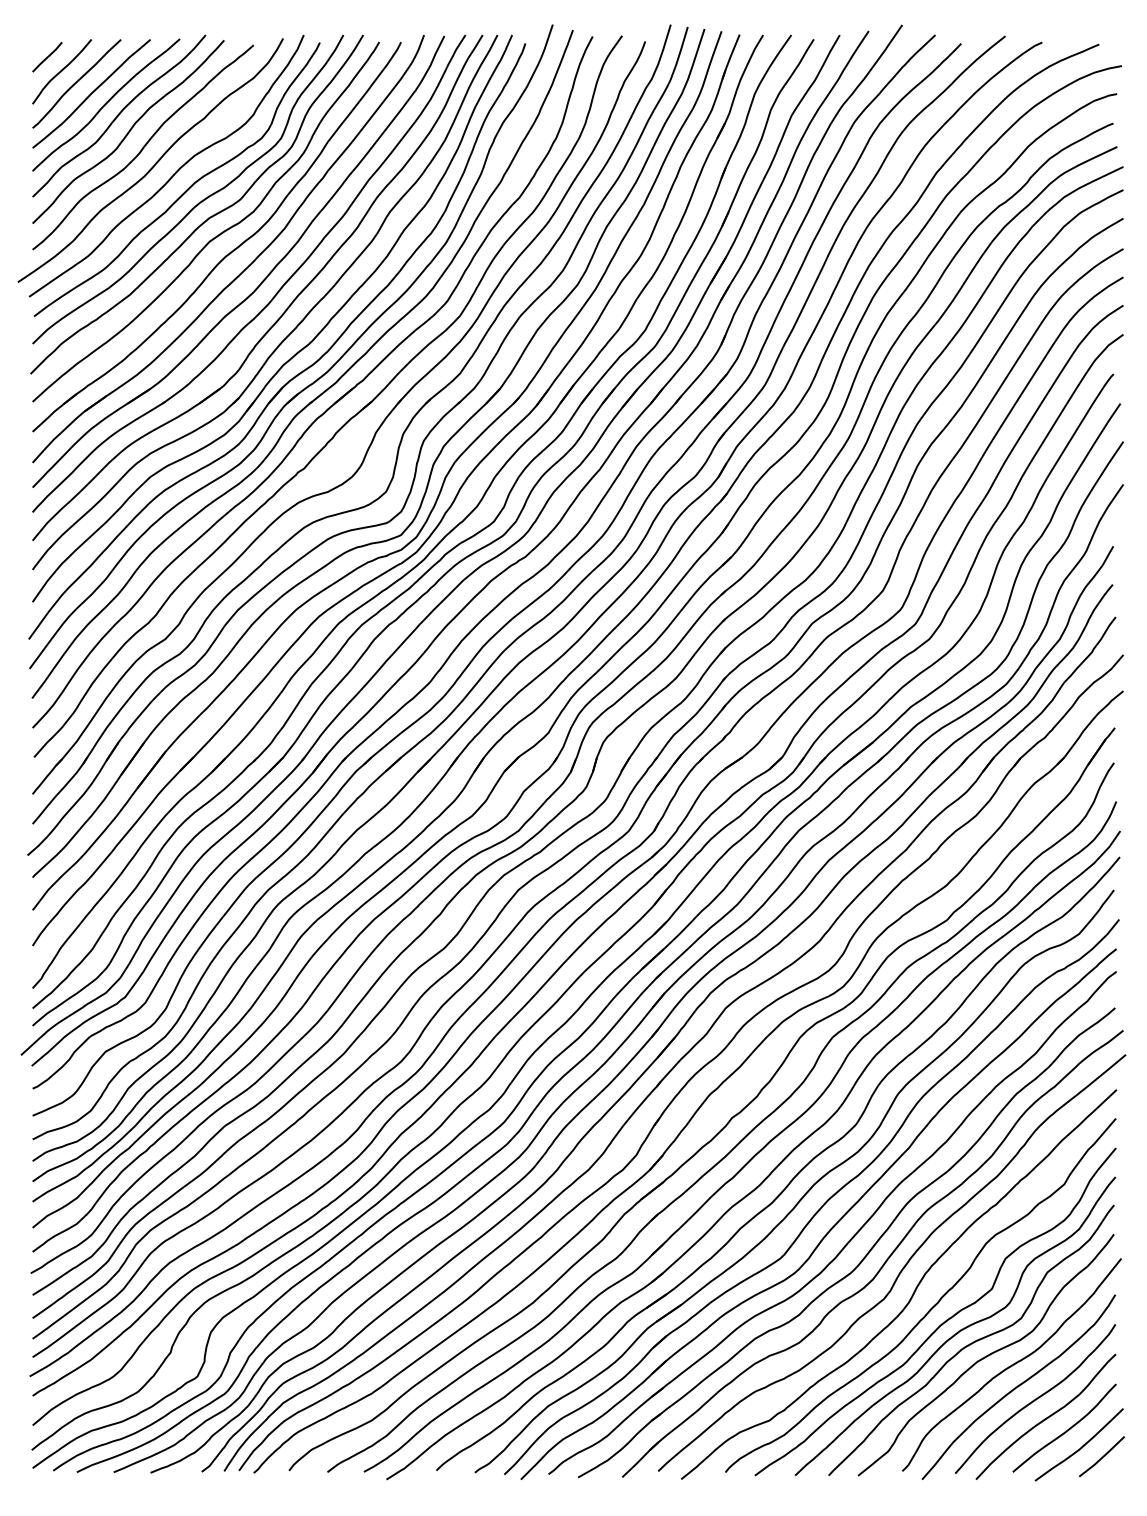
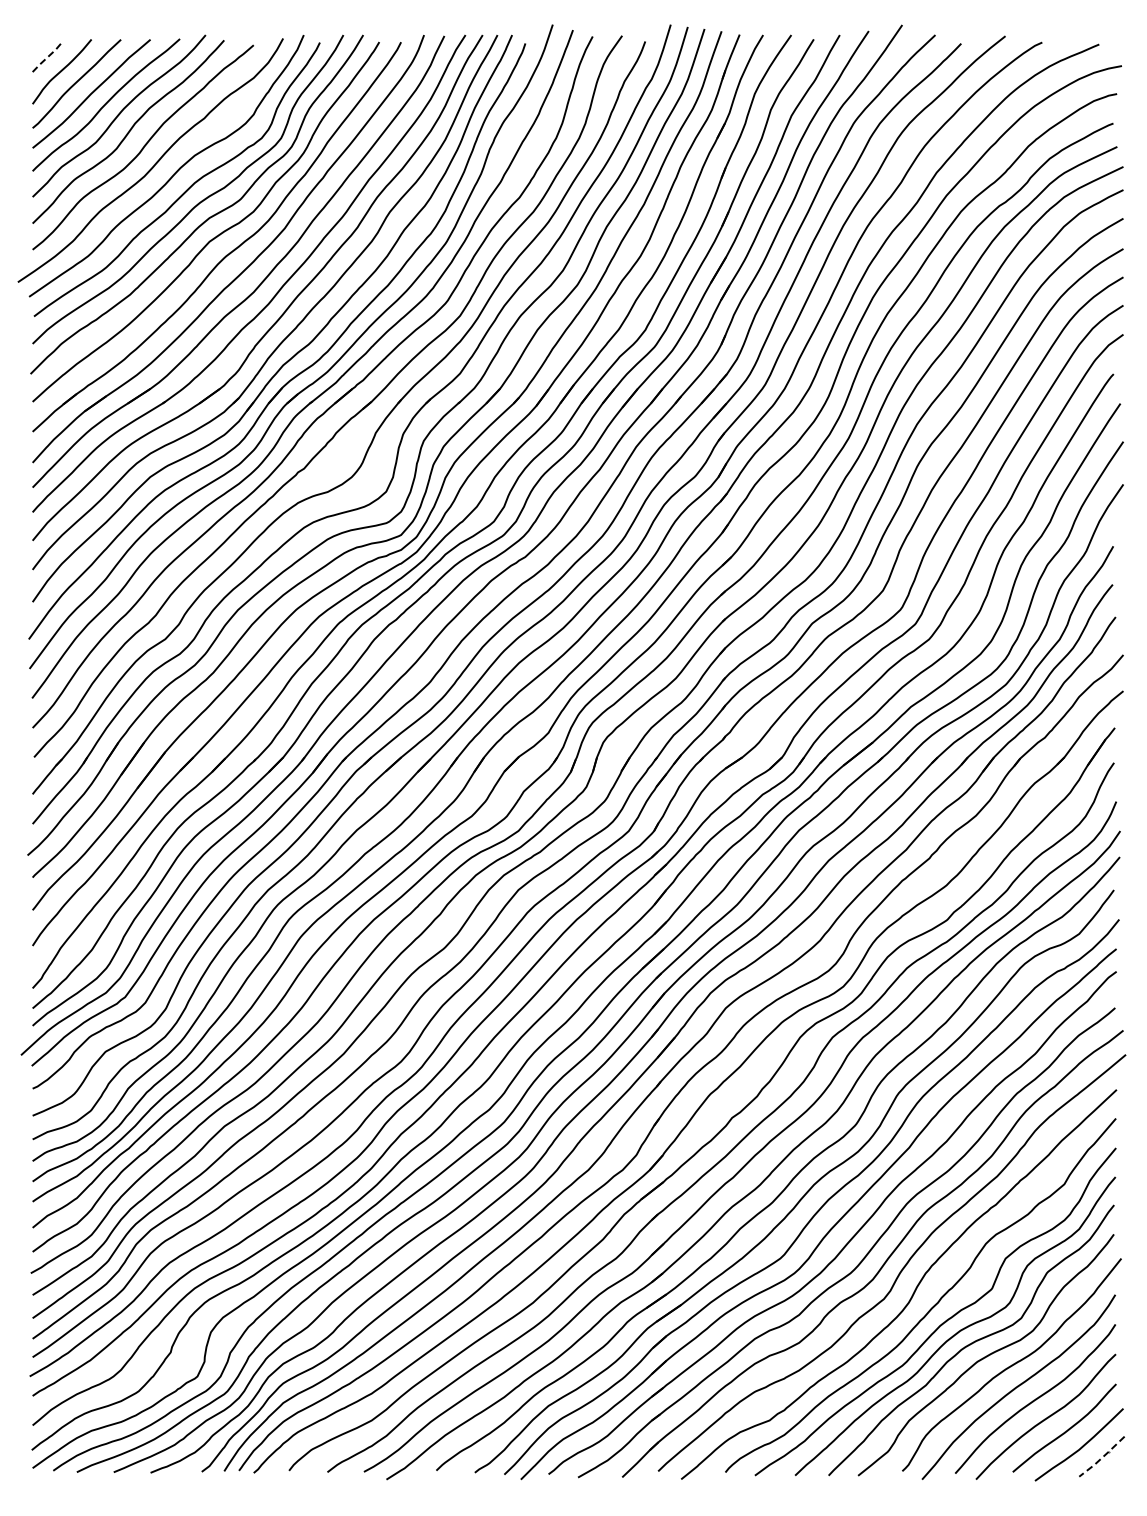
line at (47, 57): solid -> dashed
line at (1102, 1457): solid -> dashed
